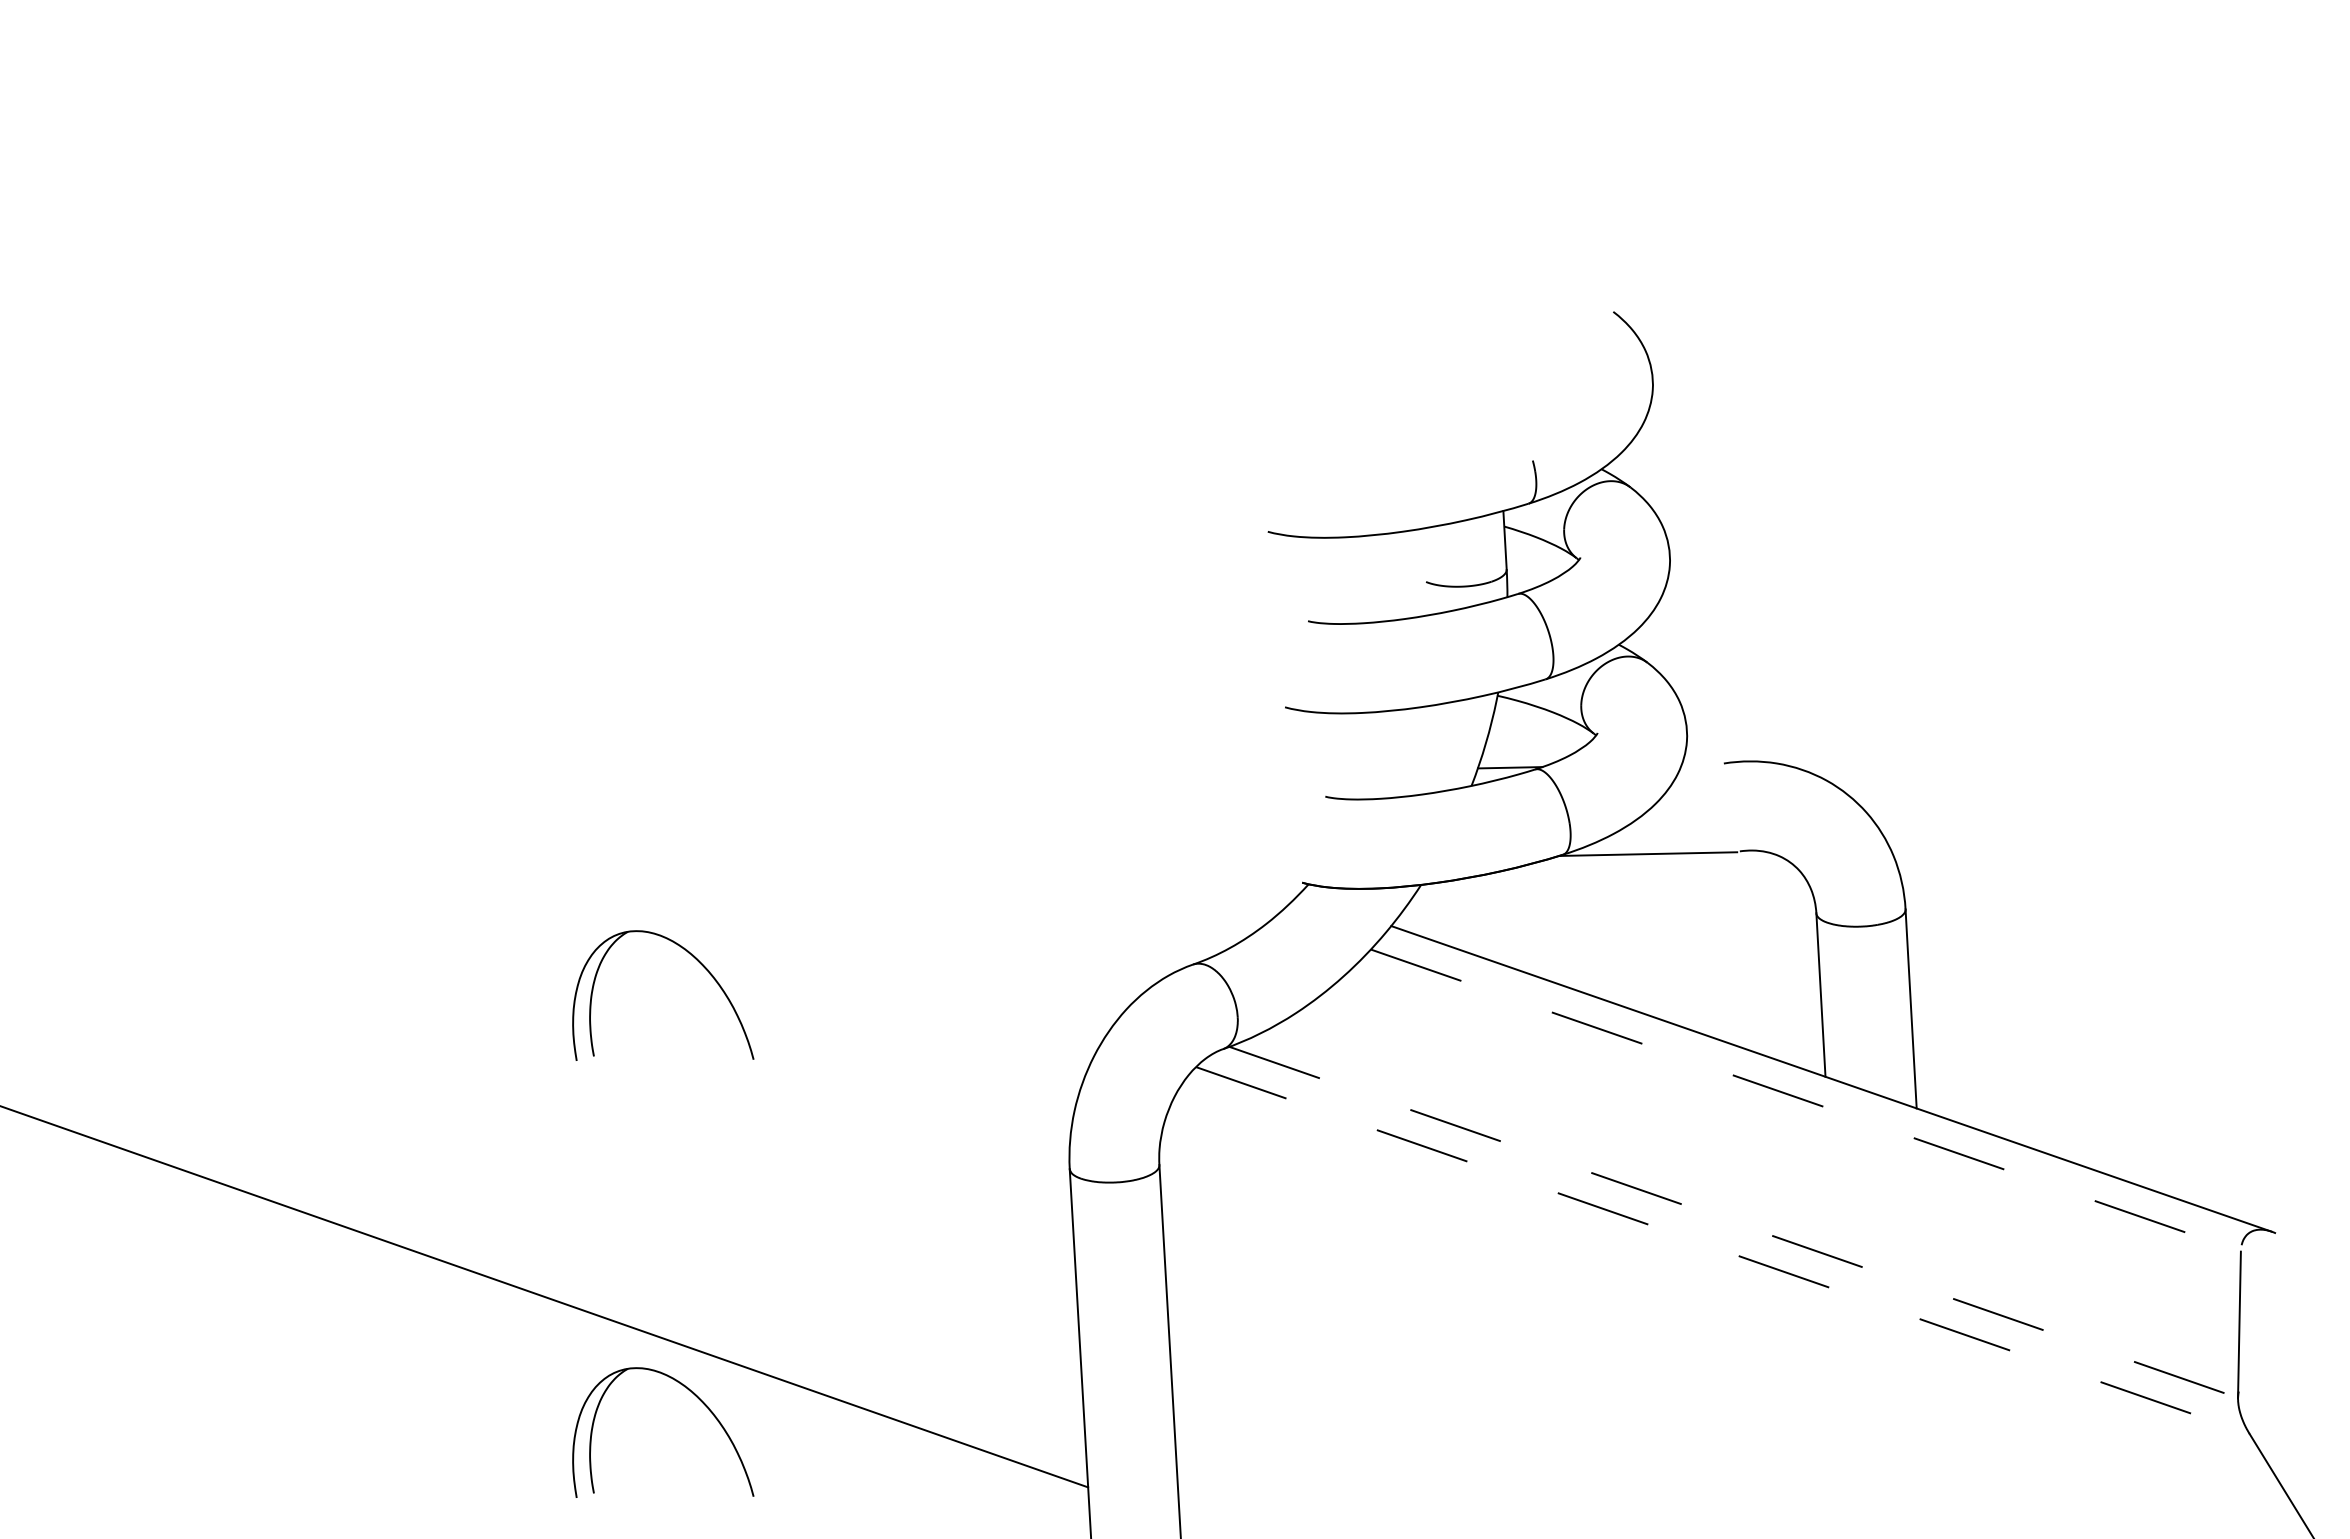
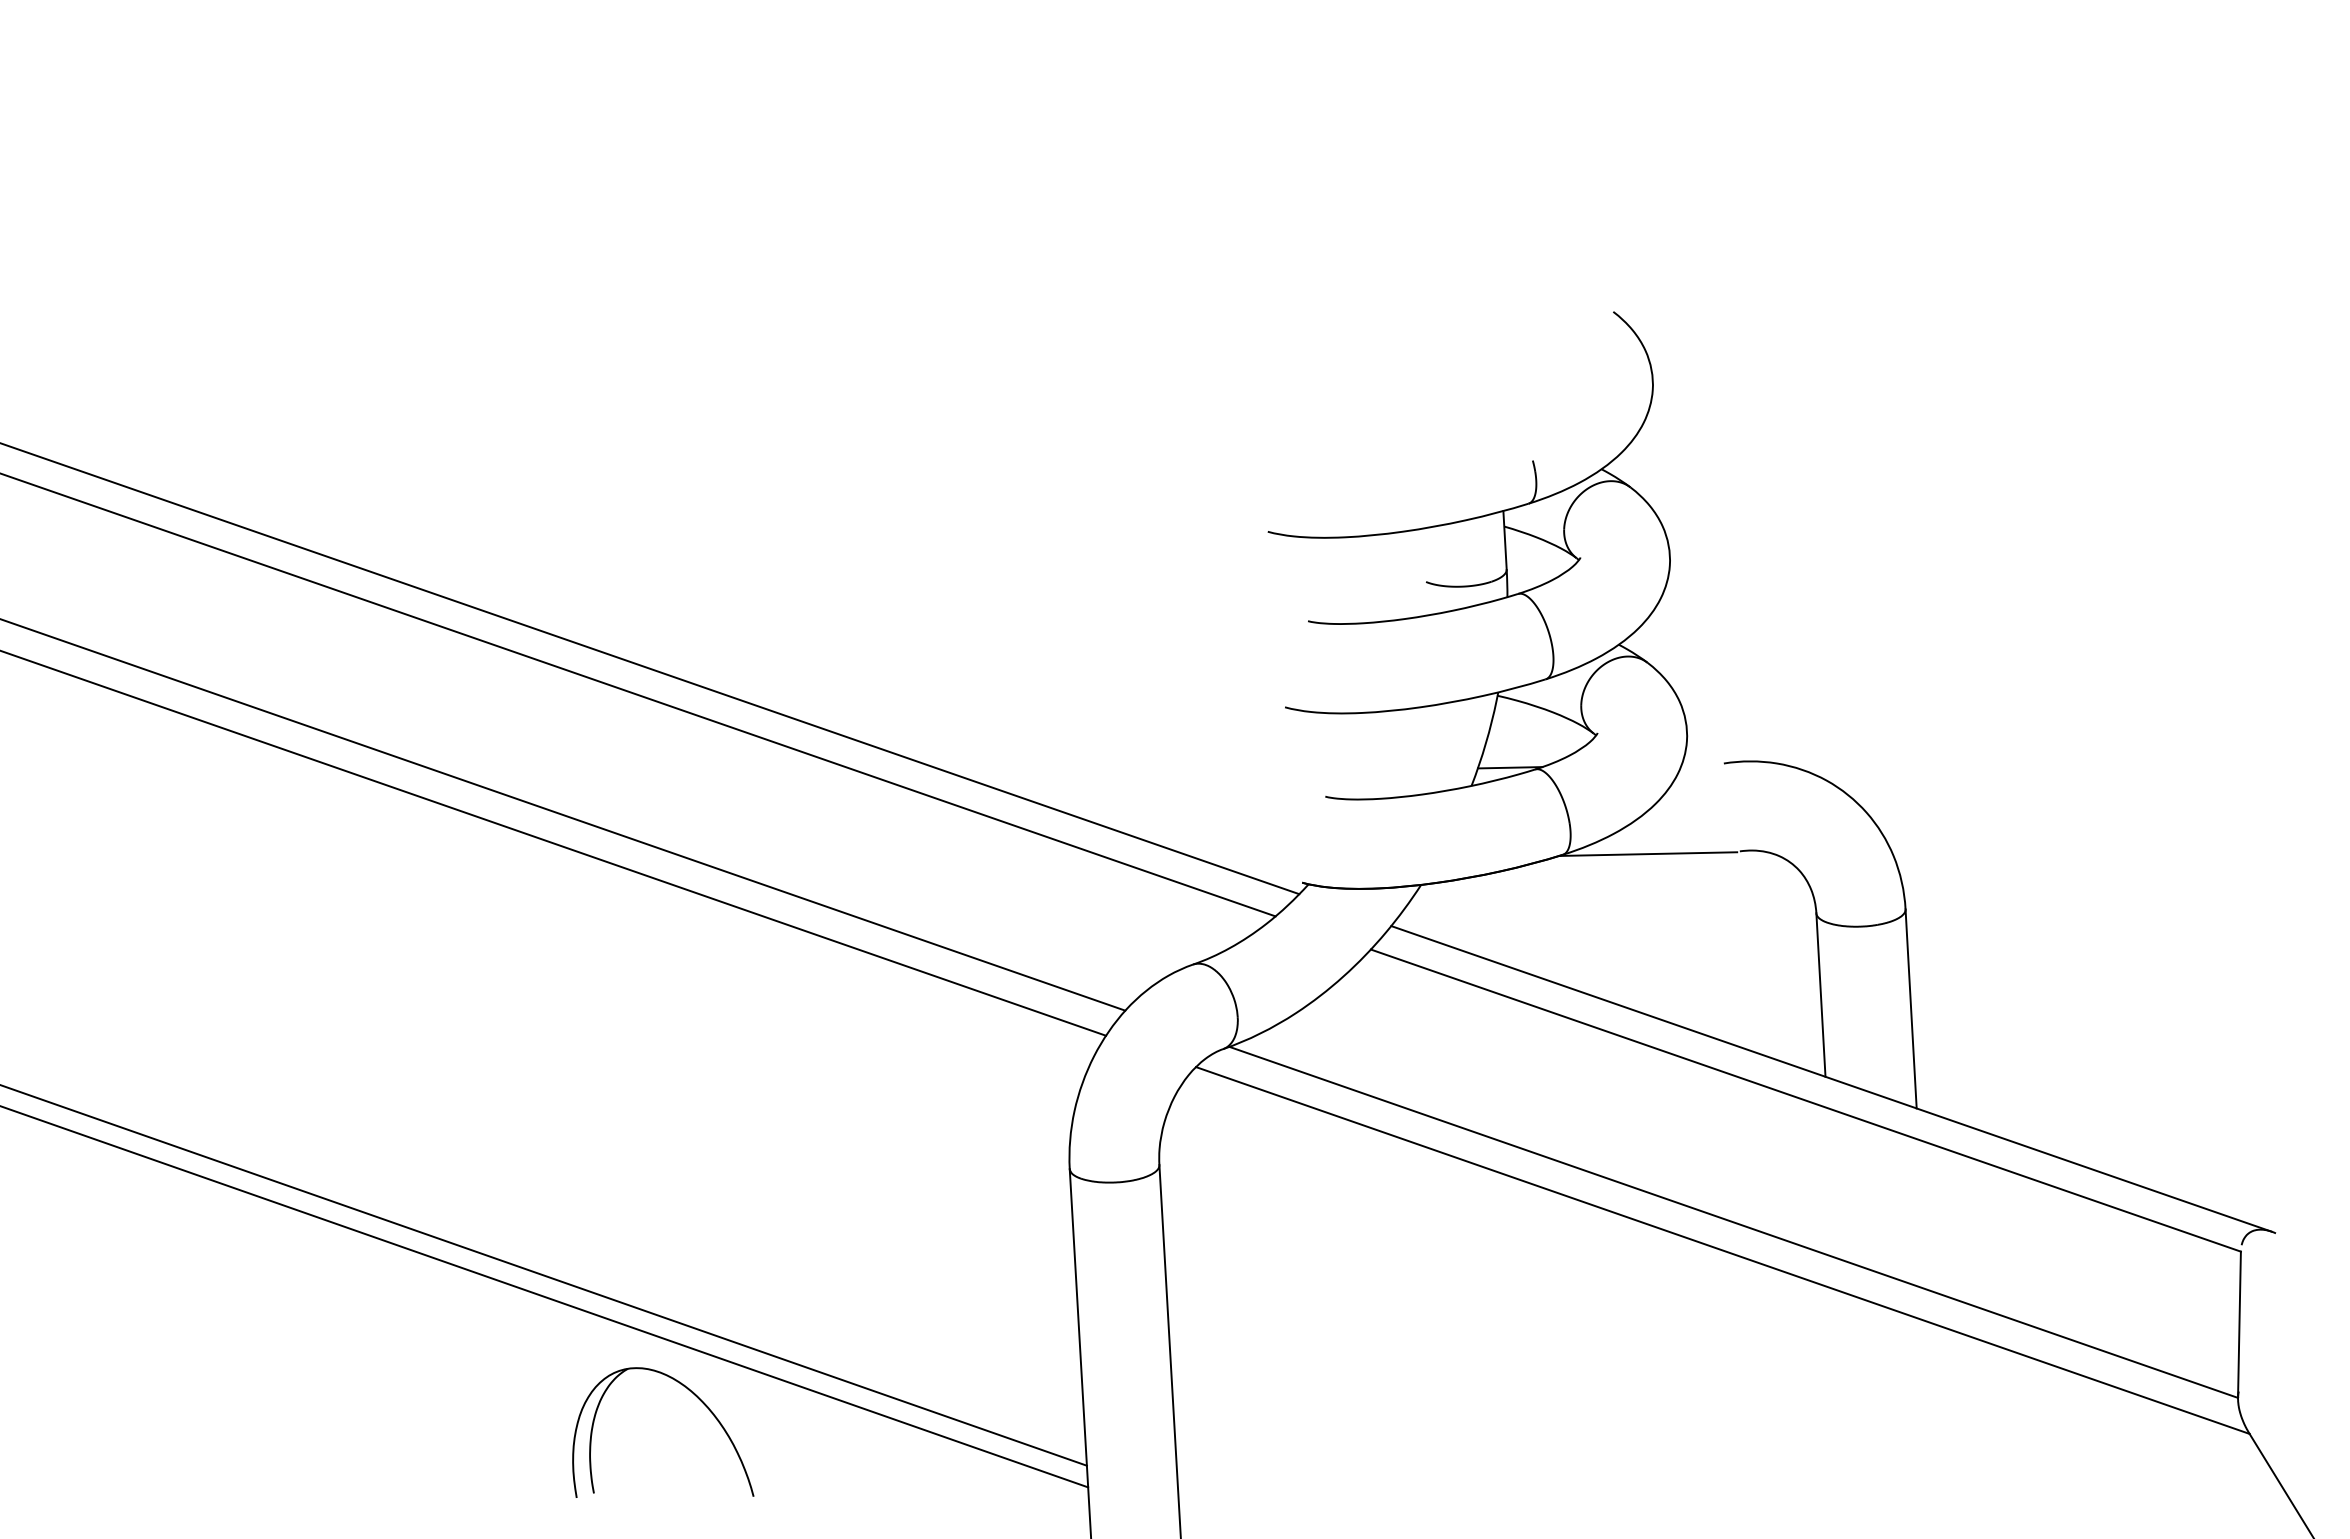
line at (650, 668): none -> present
line at (638, 695): none -> present
line at (563, 814): none -> present
line at (554, 843): none -> present
part at (697, 961): present -> none
line at (1806, 1100): dashed -> solid
line at (1733, 1222): dashed -> solid
line at (1722, 1250): dashed -> solid
line at (544, 1275): none -> present
